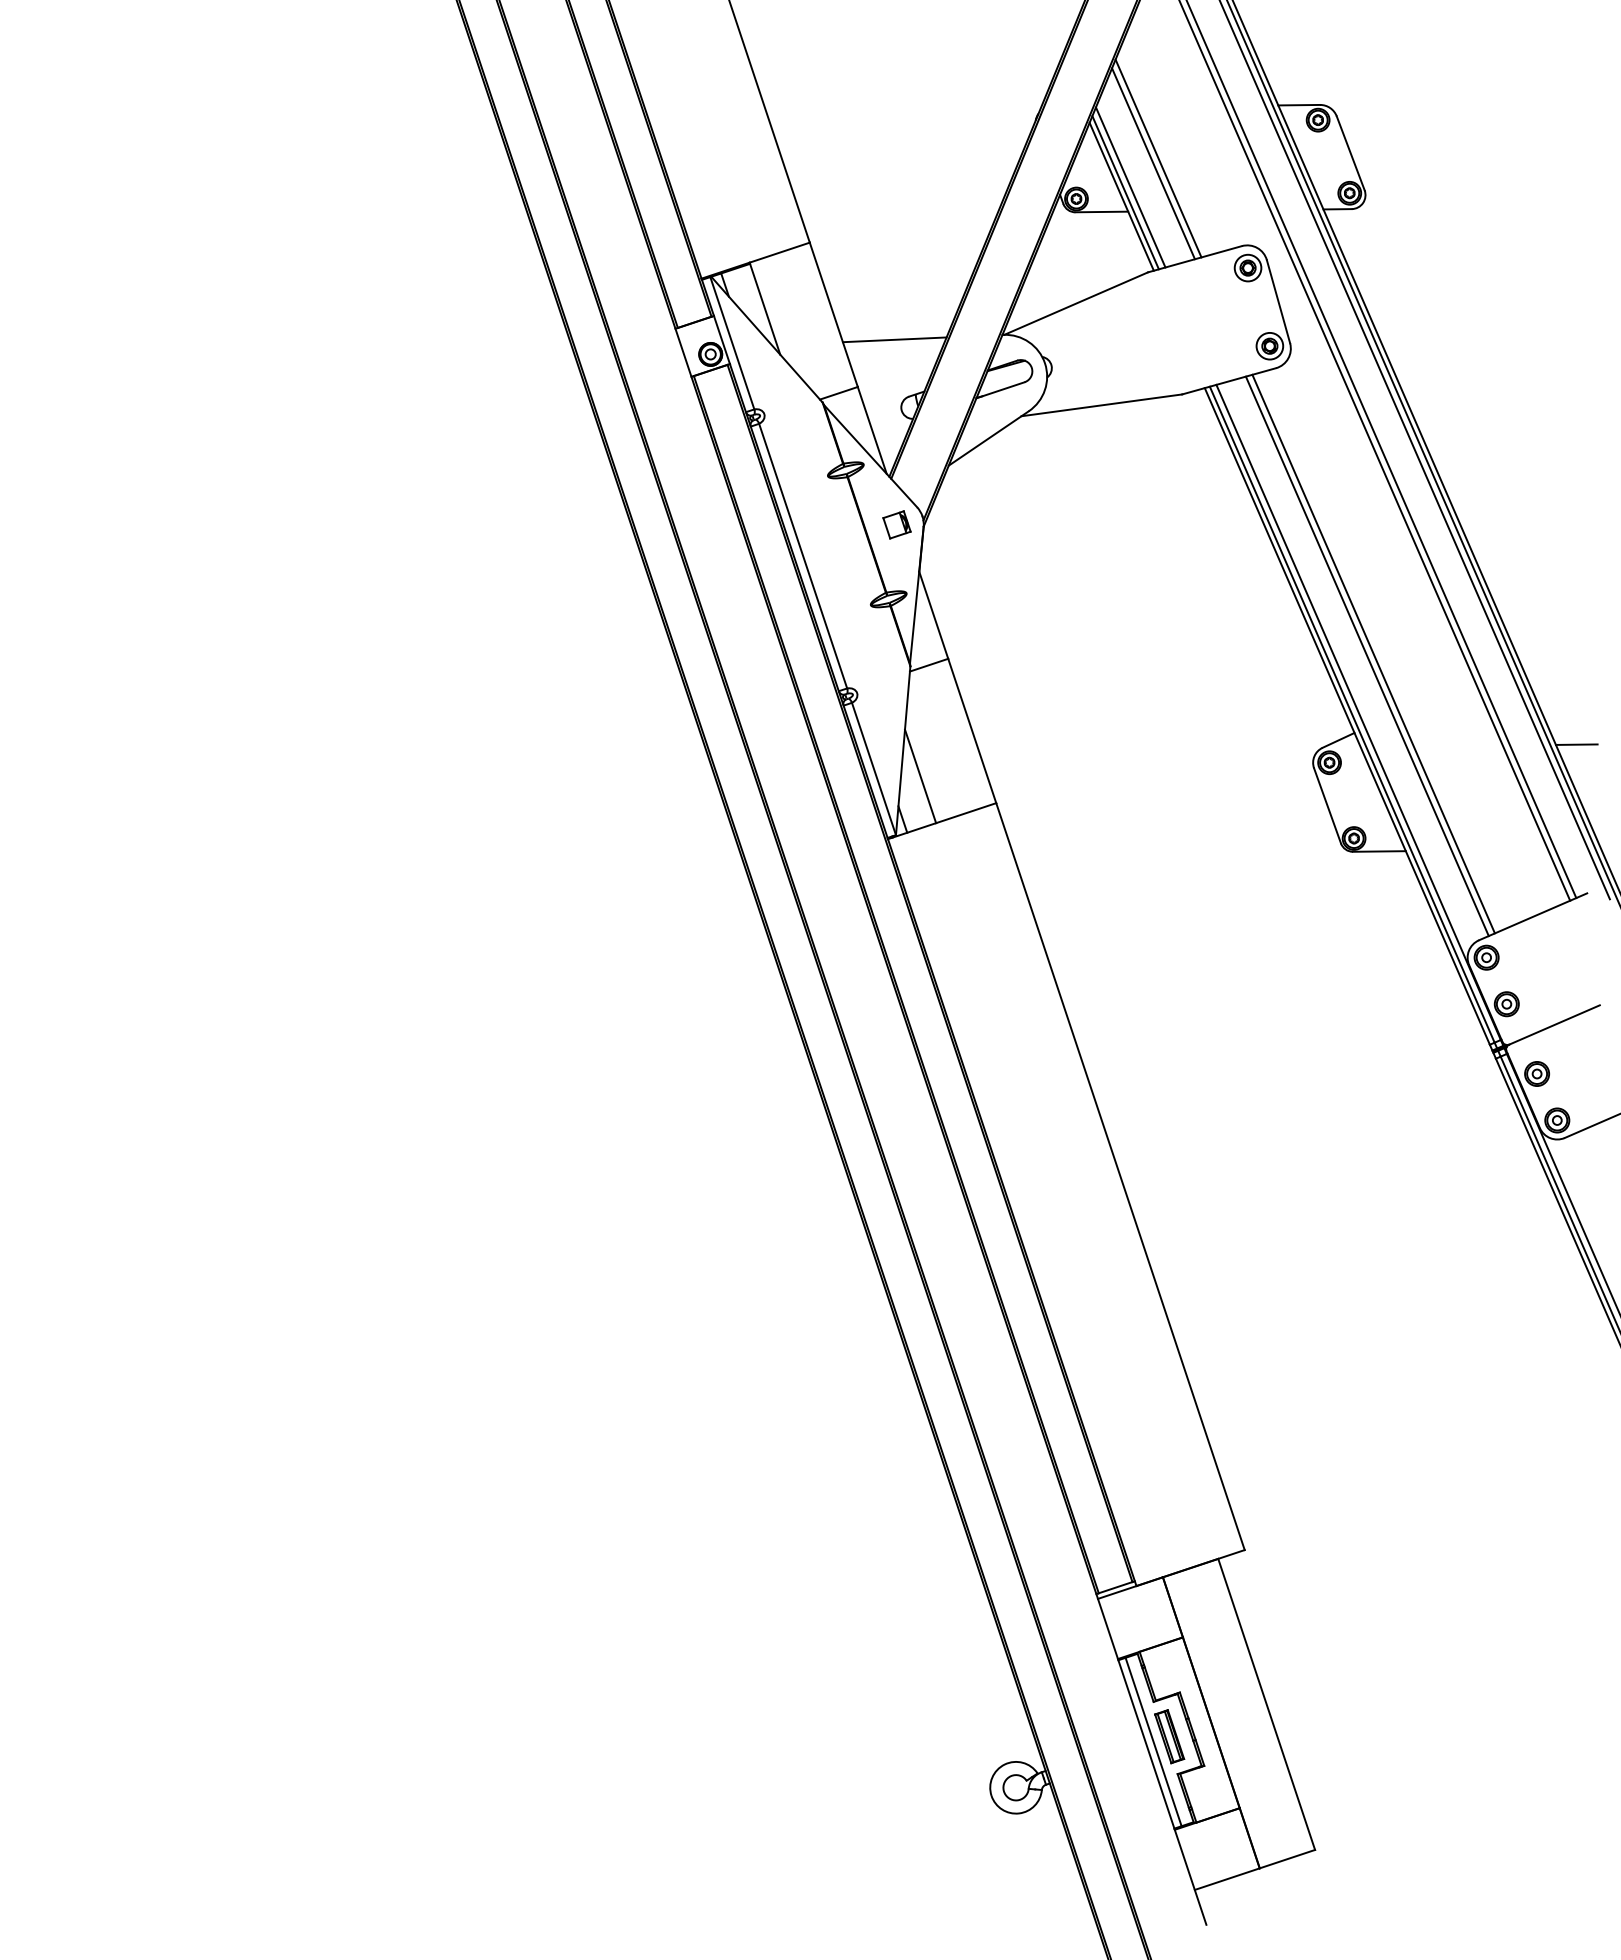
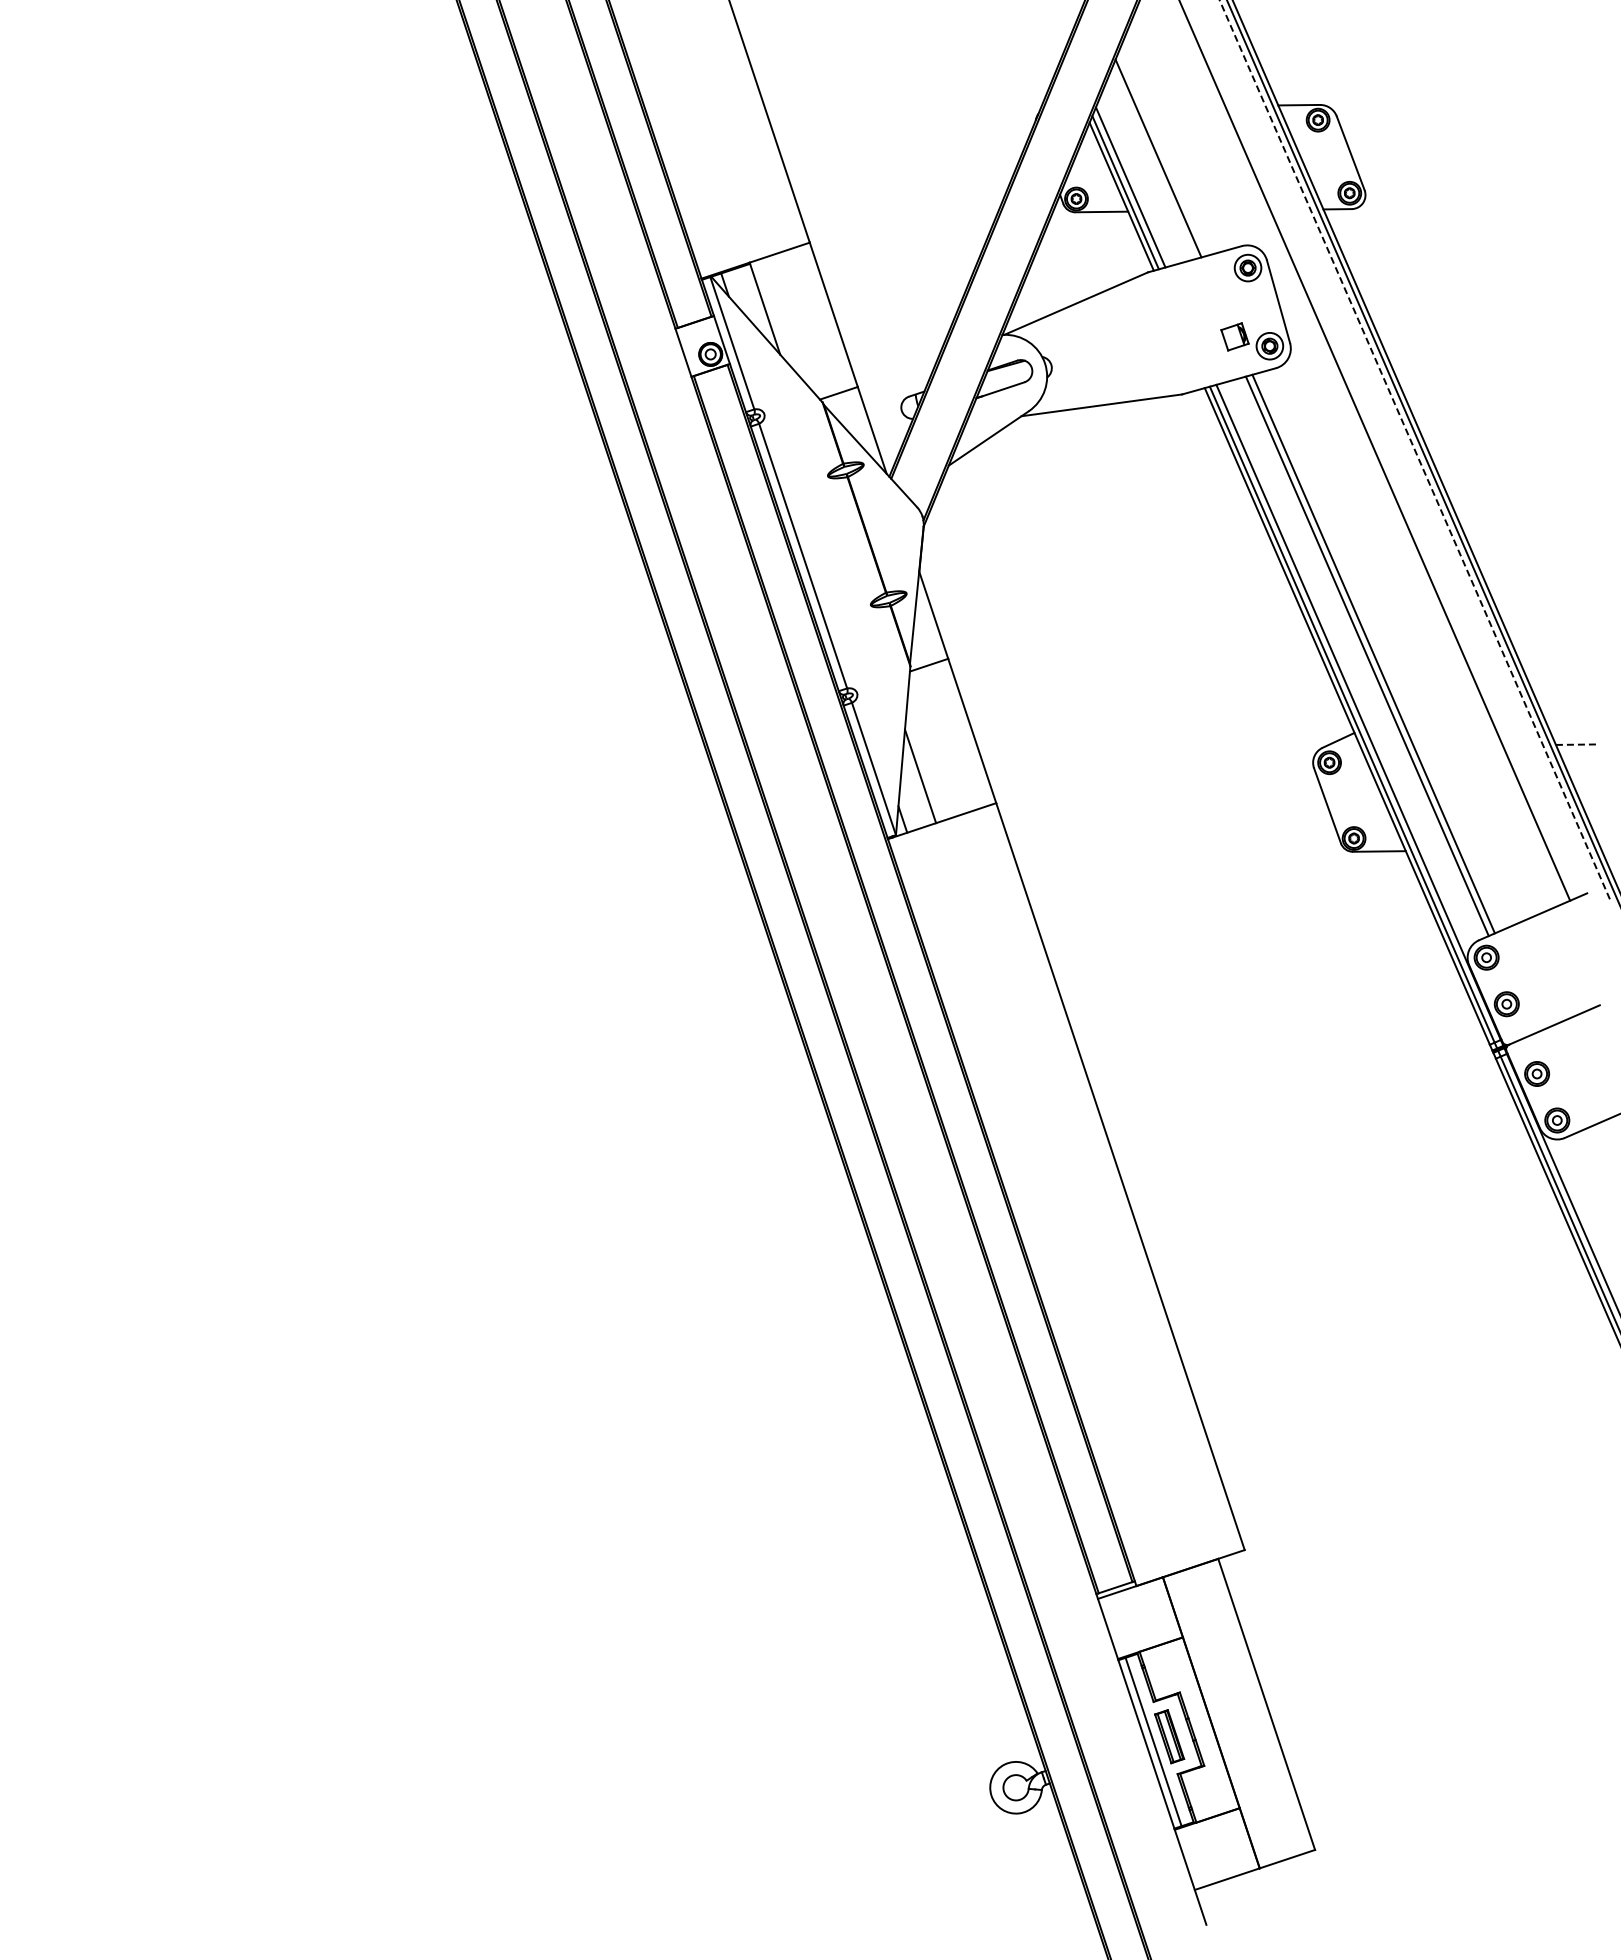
line at (1153, 163): present -> none
line at (894, 339): present -> none
line at (1414, 449): solid -> dashed
line at (1381, 450): present -> none
part at (896, 524) position: (896, 524) -> (1234, 336)
line at (1576, 744): solid -> dashed
